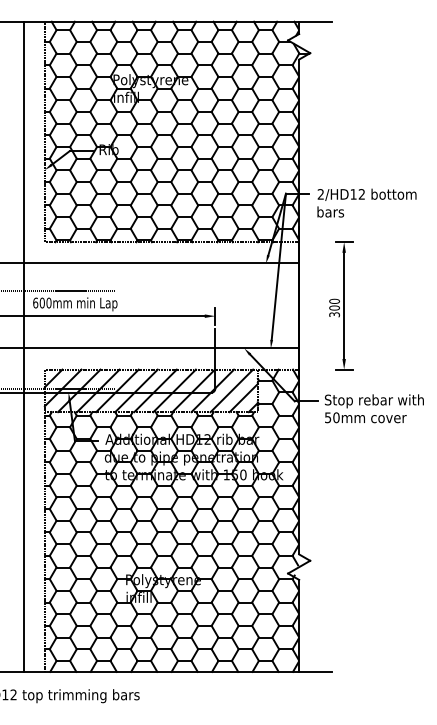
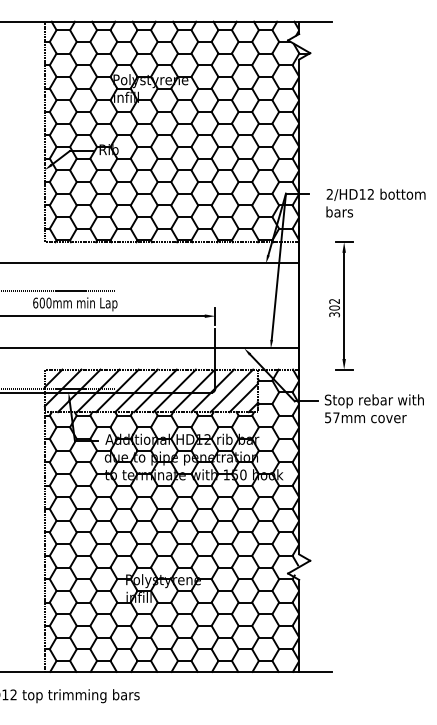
text at (366, 202) position: (366, 202) -> (375, 202)
text at (334, 300): 300 -> 302
line at (23, 346): present -> none
text at (336, 417): 50mm -> 57mm
